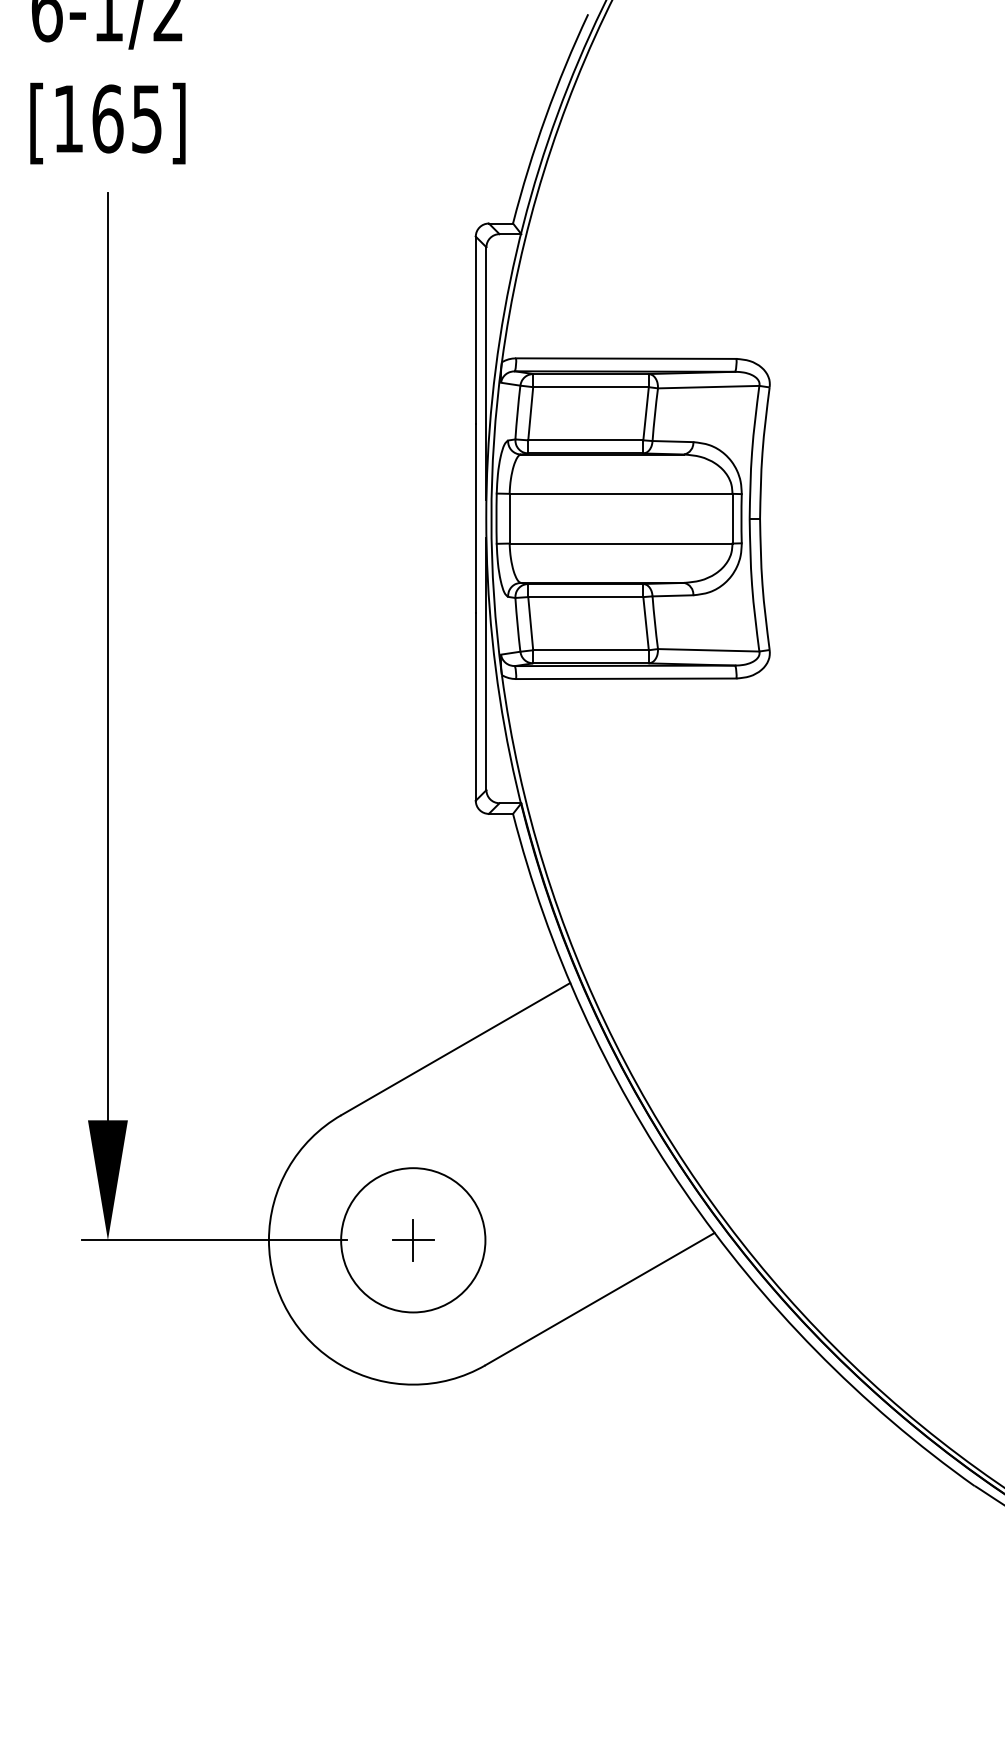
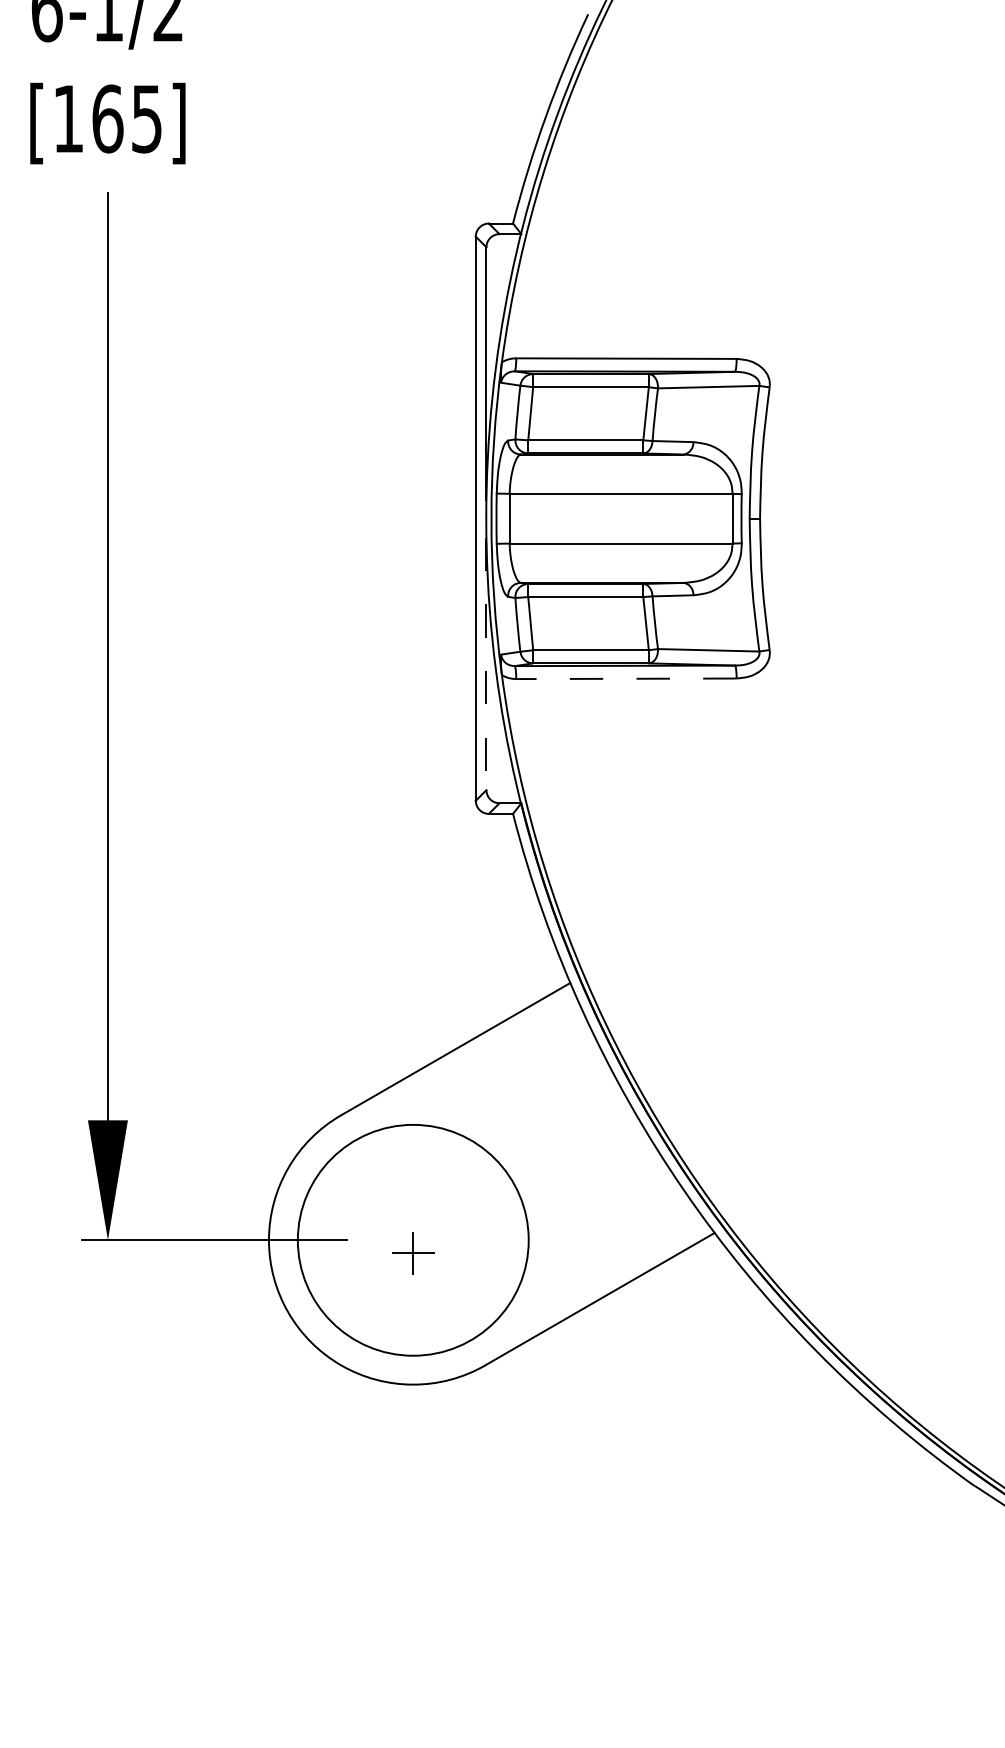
line at (486, 664): solid -> dashed
line at (625, 678): solid -> dashed
circle at (413, 1240) diameter: 144 px -> 231 px
part at (413, 1240) position: (413, 1240) -> (413, 1253)
